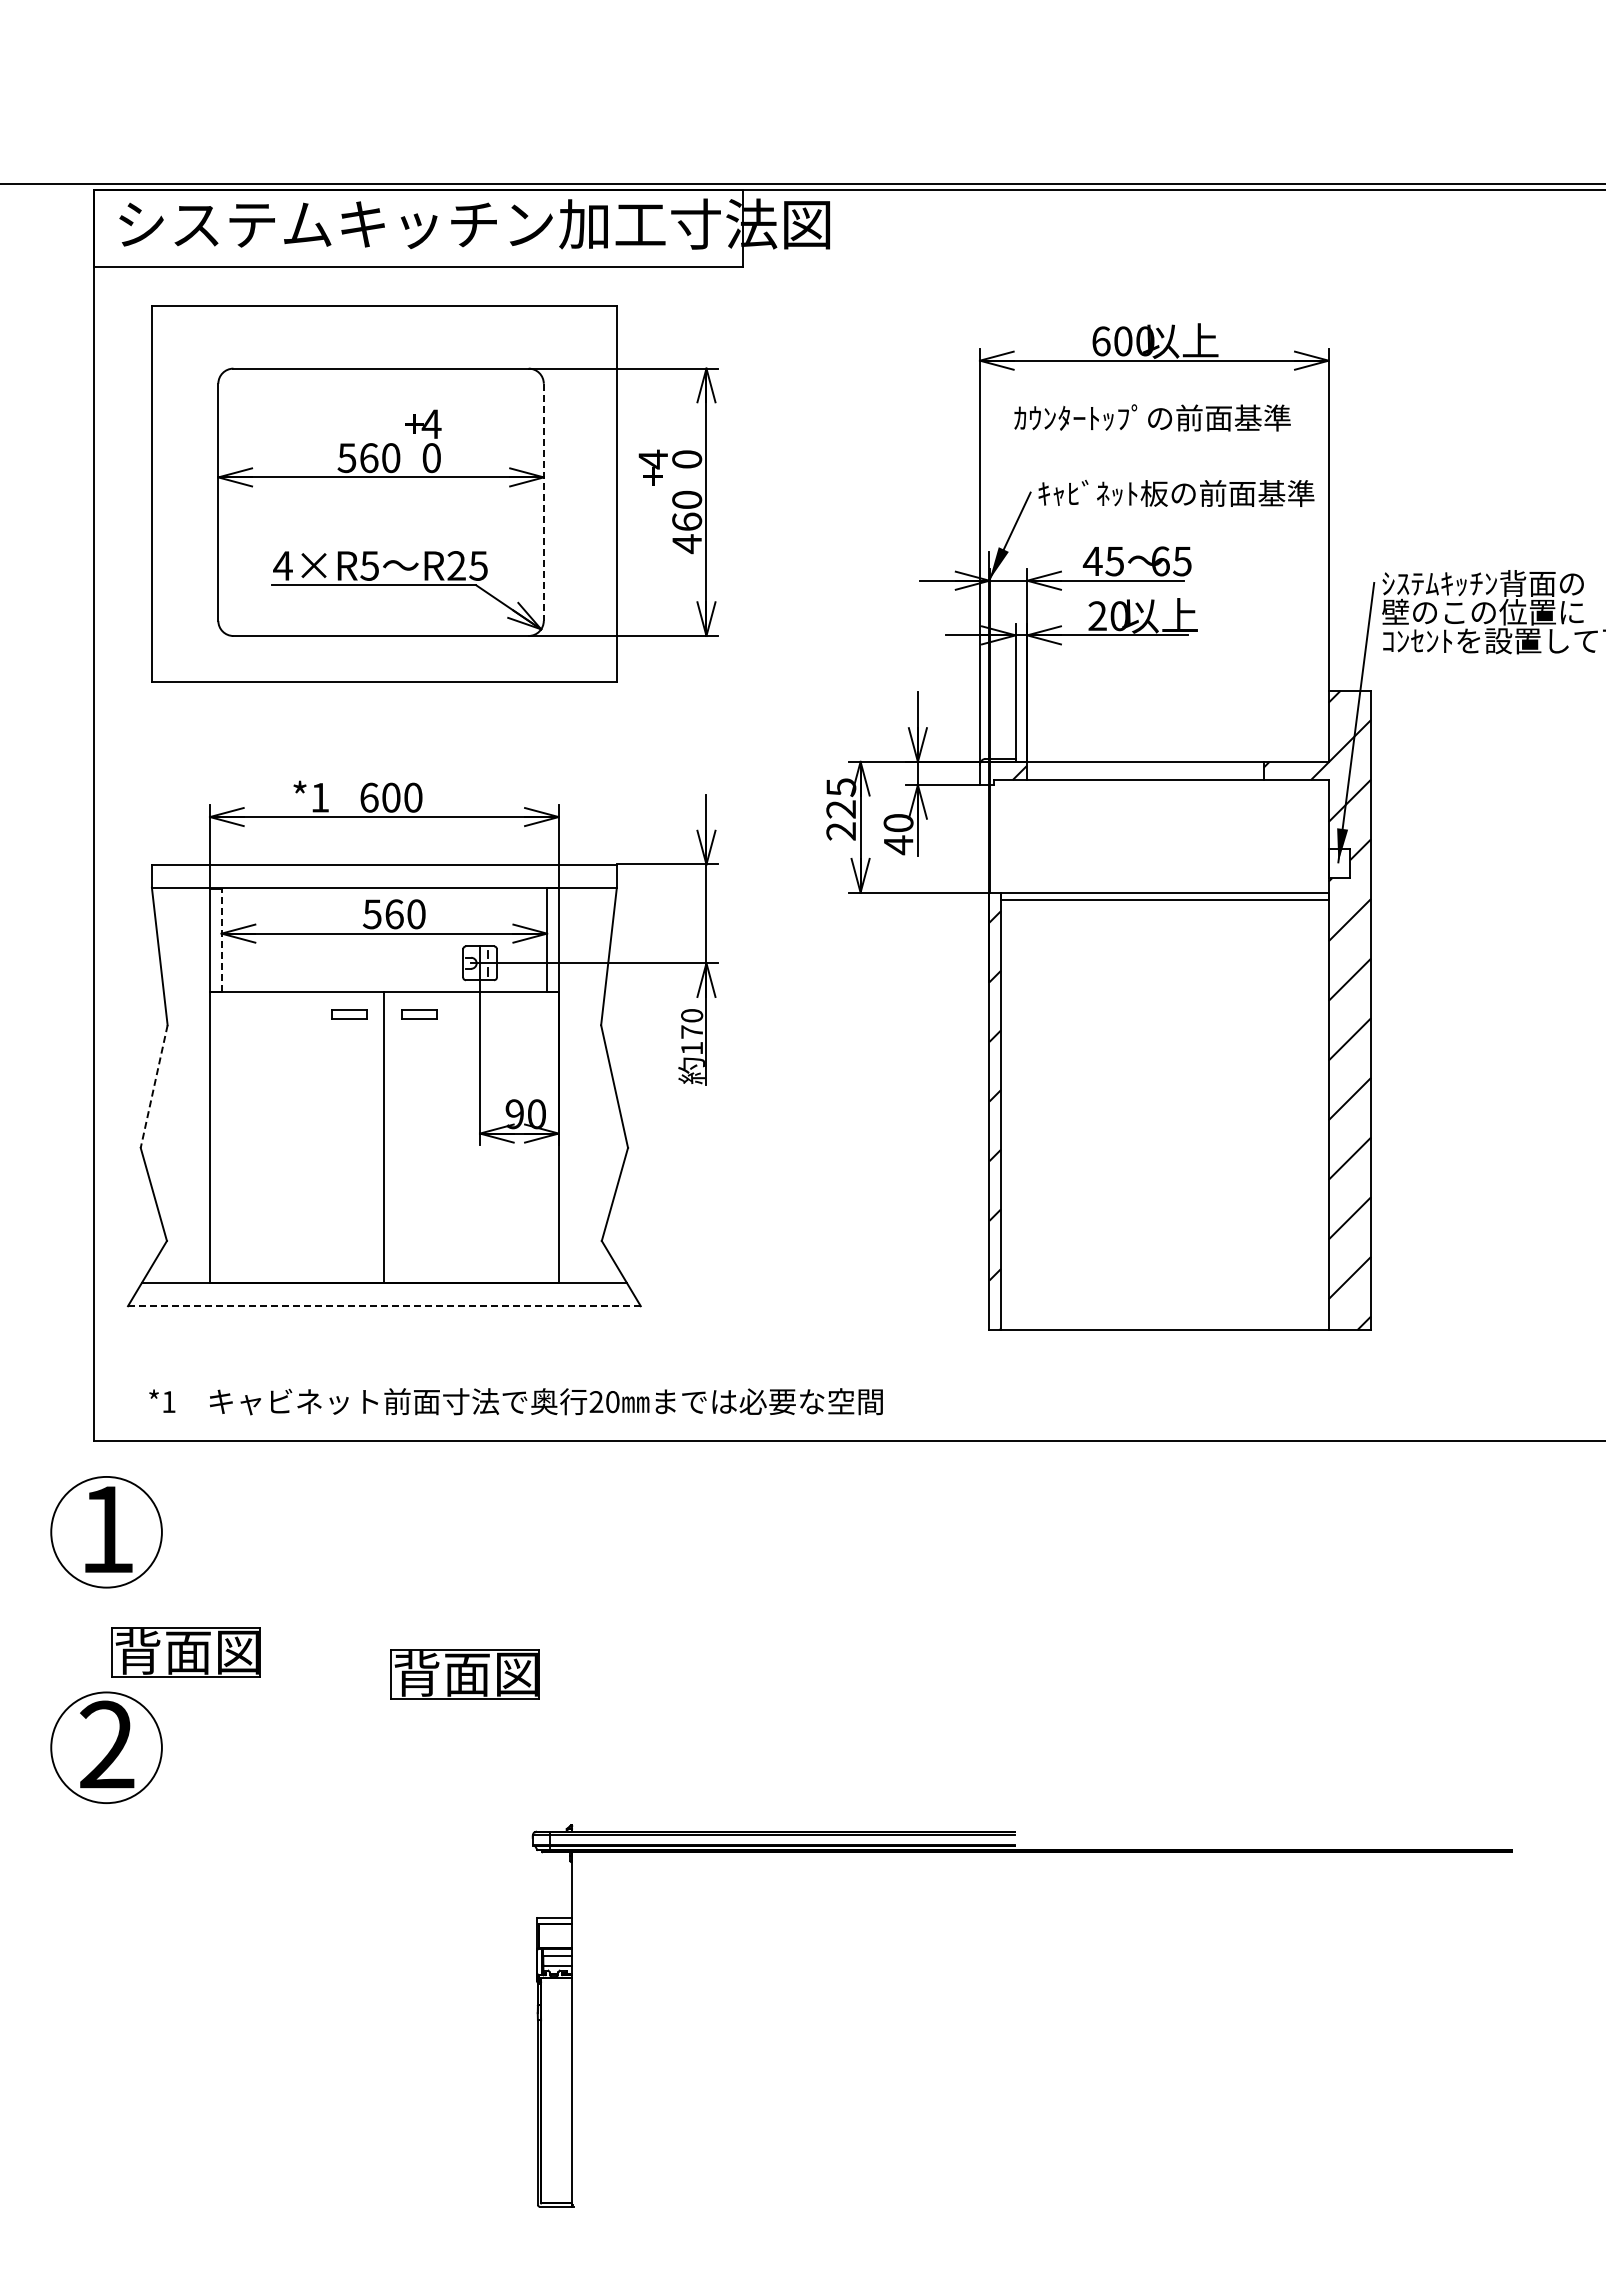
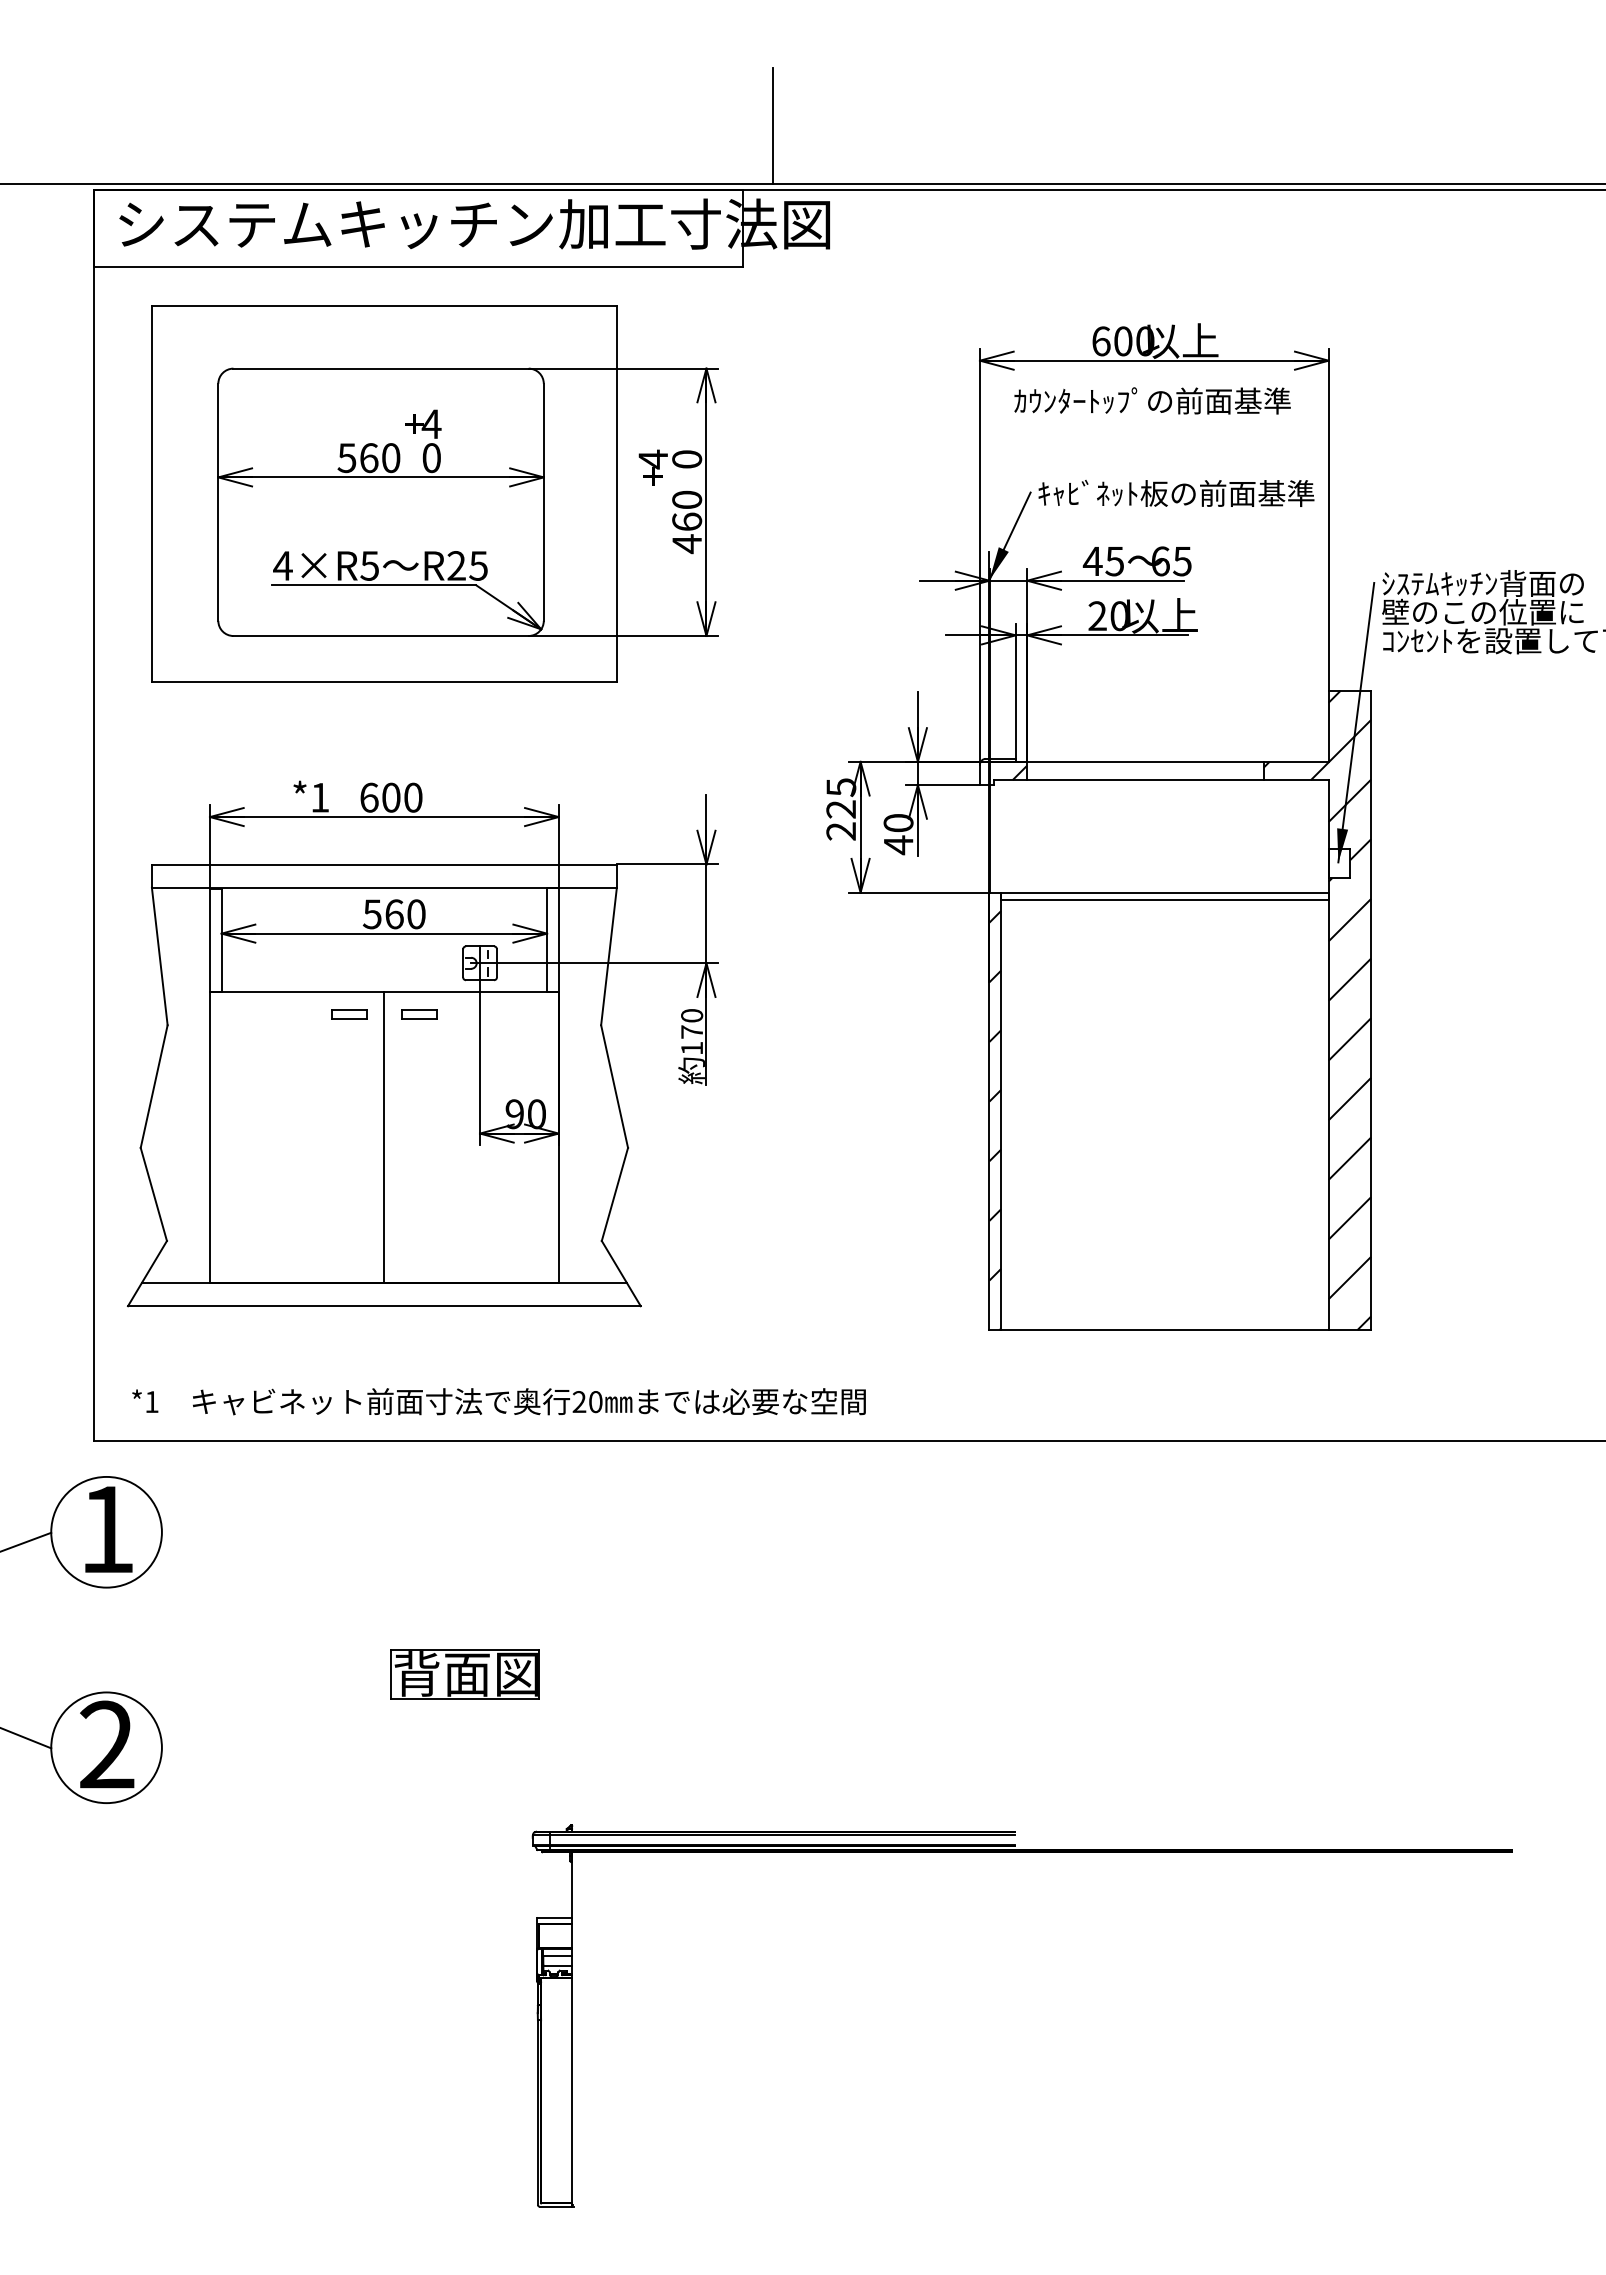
line at (772, 126): none -> present
text at (1152, 417) position: (1152, 417) -> (1152, 400)
line at (543, 502): dashed -> solid
line at (221, 940): dashed -> solid
line at (154, 1086): dashed -> solid
line at (384, 1306): dashed -> solid
text at (515, 1401) position: (515, 1401) -> (498, 1401)
line at (26, 1541): none -> present
part at (185, 1652): present -> none
line at (26, 1738): none -> present
